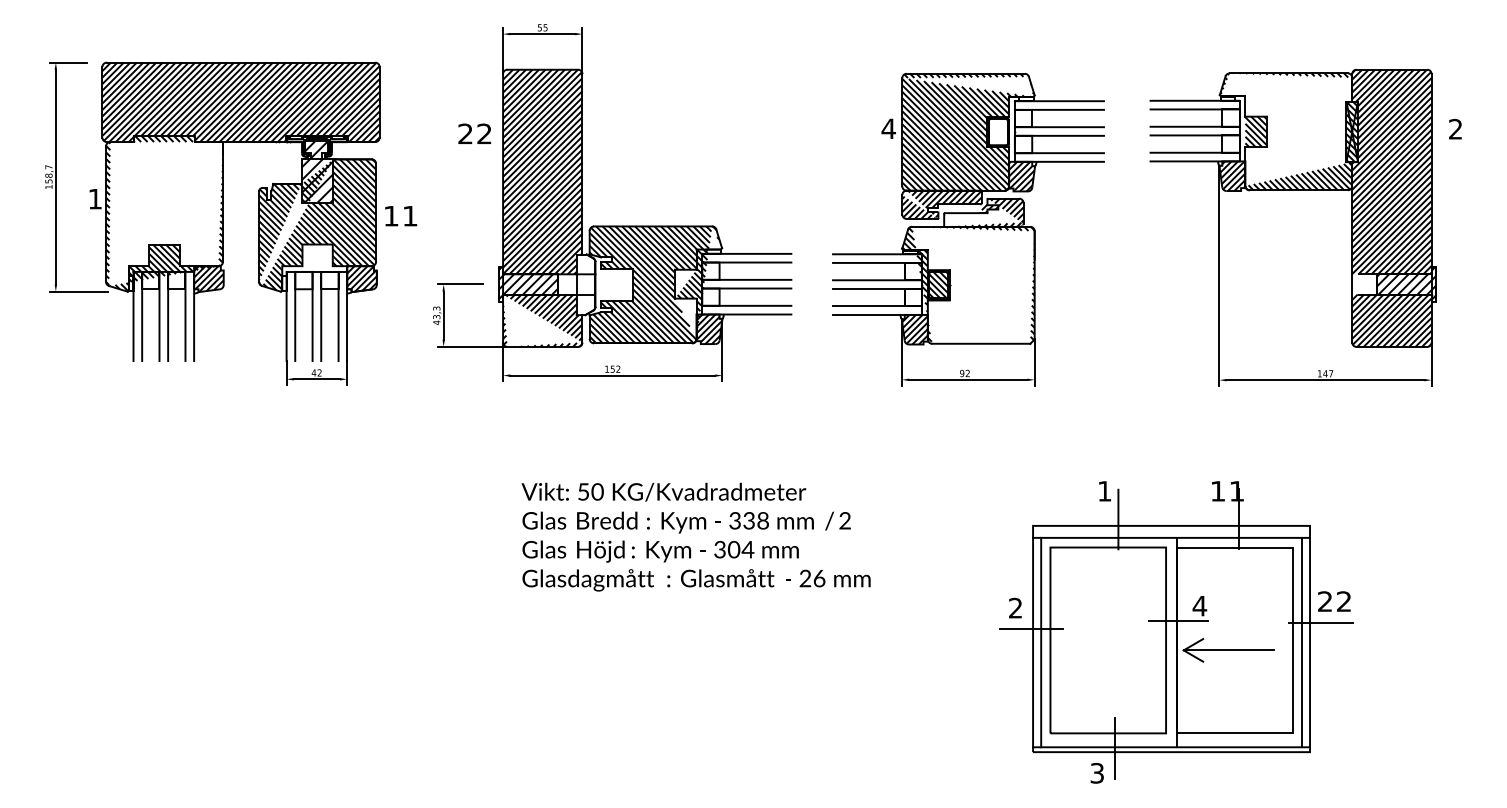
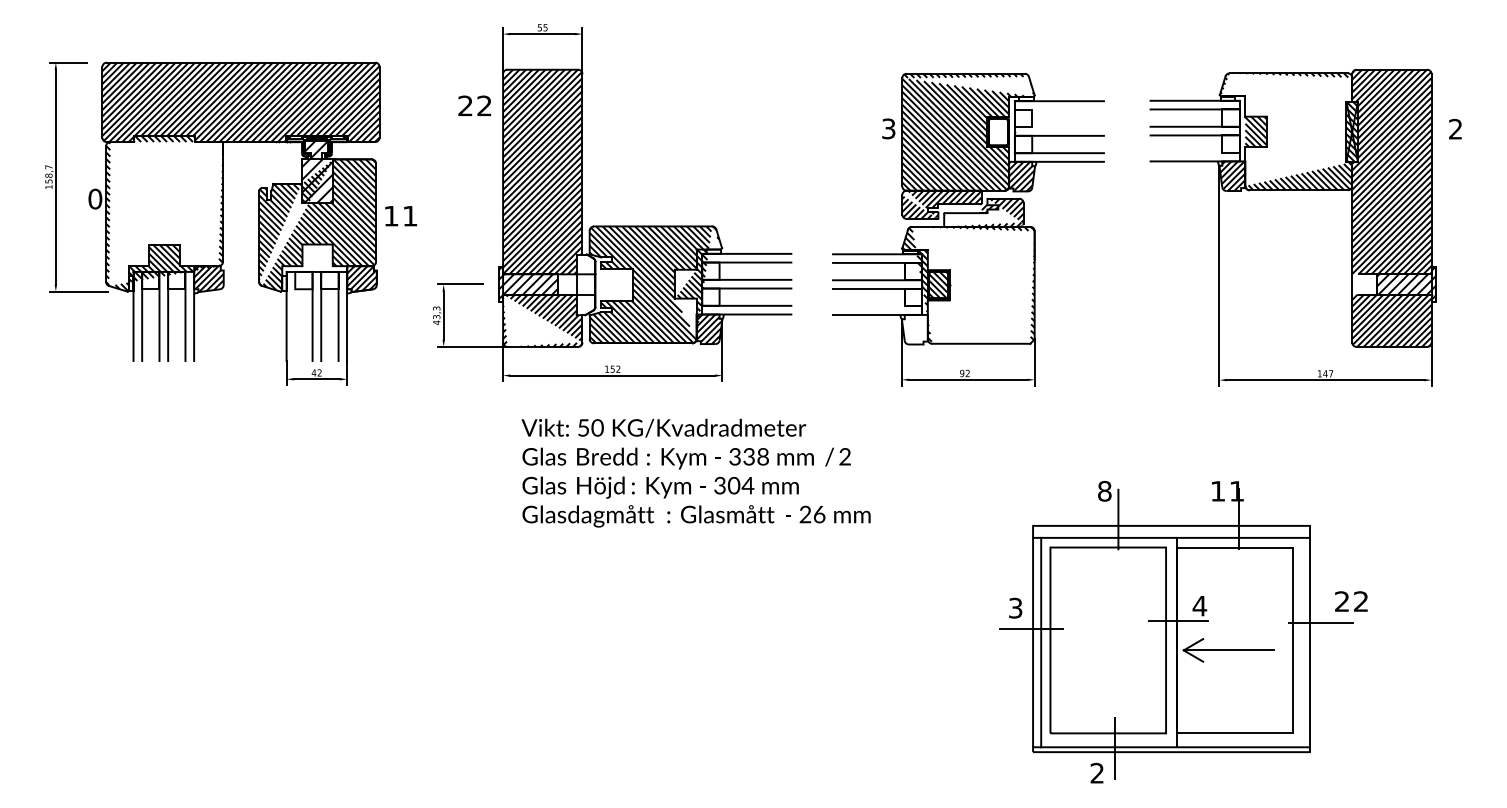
line at (1058, 109): present -> none
line at (1058, 127): present -> none
text at (888, 128): 4 -> 3
text at (474, 133) position: (474, 133) -> (474, 105)
line at (1194, 152): present -> none
text at (95, 198): 1 -> 0
line at (877, 306): present -> none
line at (295, 316): present -> none
hatch at (914, 329): present -> none
text at (1104, 490): 1 -> 8
text at (695, 536) position: (695, 536) -> (695, 472)
text at (1334, 601) position: (1334, 601) -> (1351, 601)
text at (1015, 608): 2 -> 3
line at (1301, 642): present -> none
text at (1096, 773): 3 -> 2
